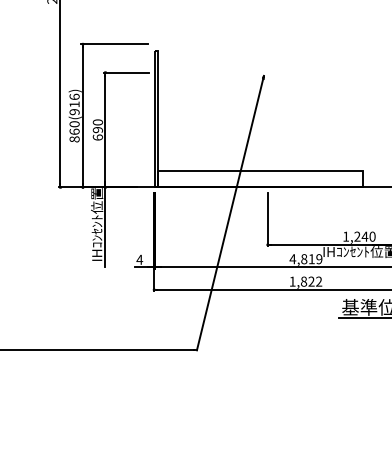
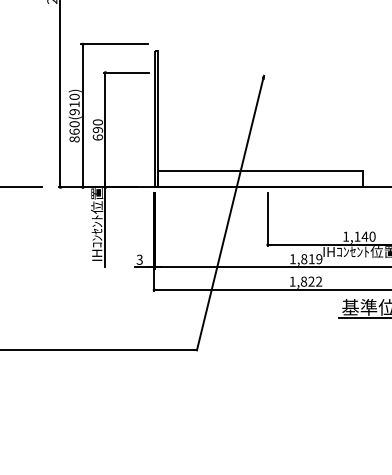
text at (74, 96): 860(916) -> 860(910)
line at (22, 187): none -> present
text at (357, 236): 1,240 -> 1,140
text at (139, 259): 4 -> 3
text at (292, 259): 4,819 -> 1,819
